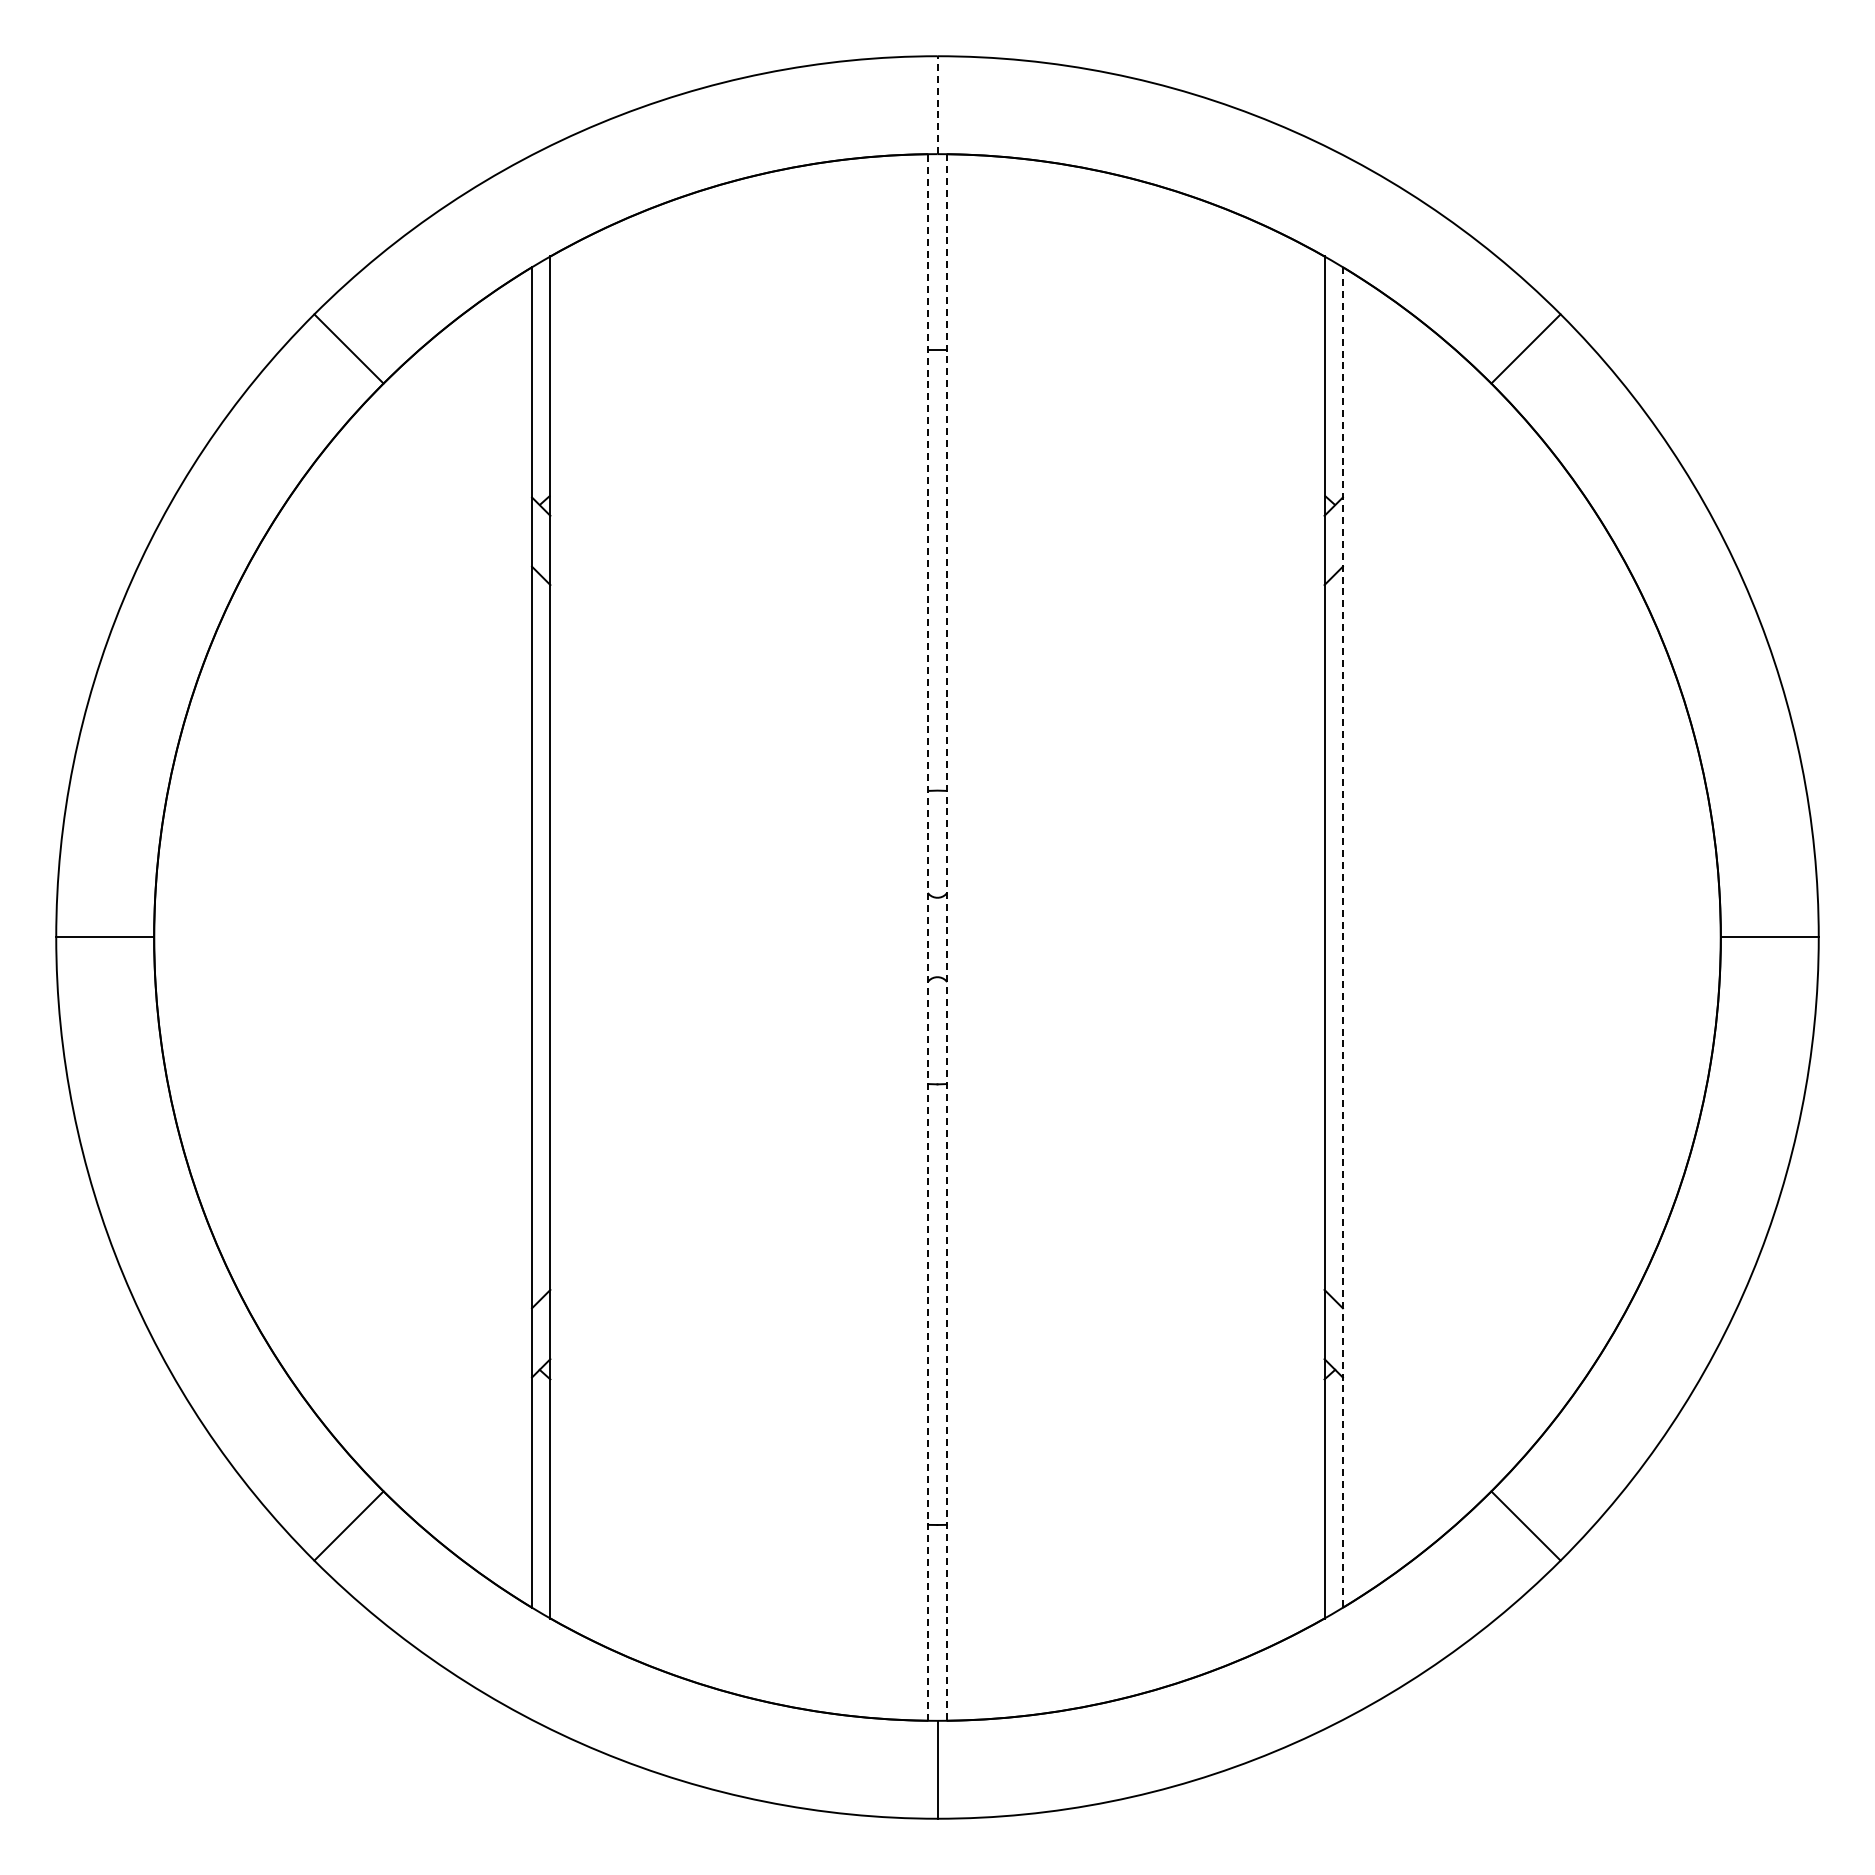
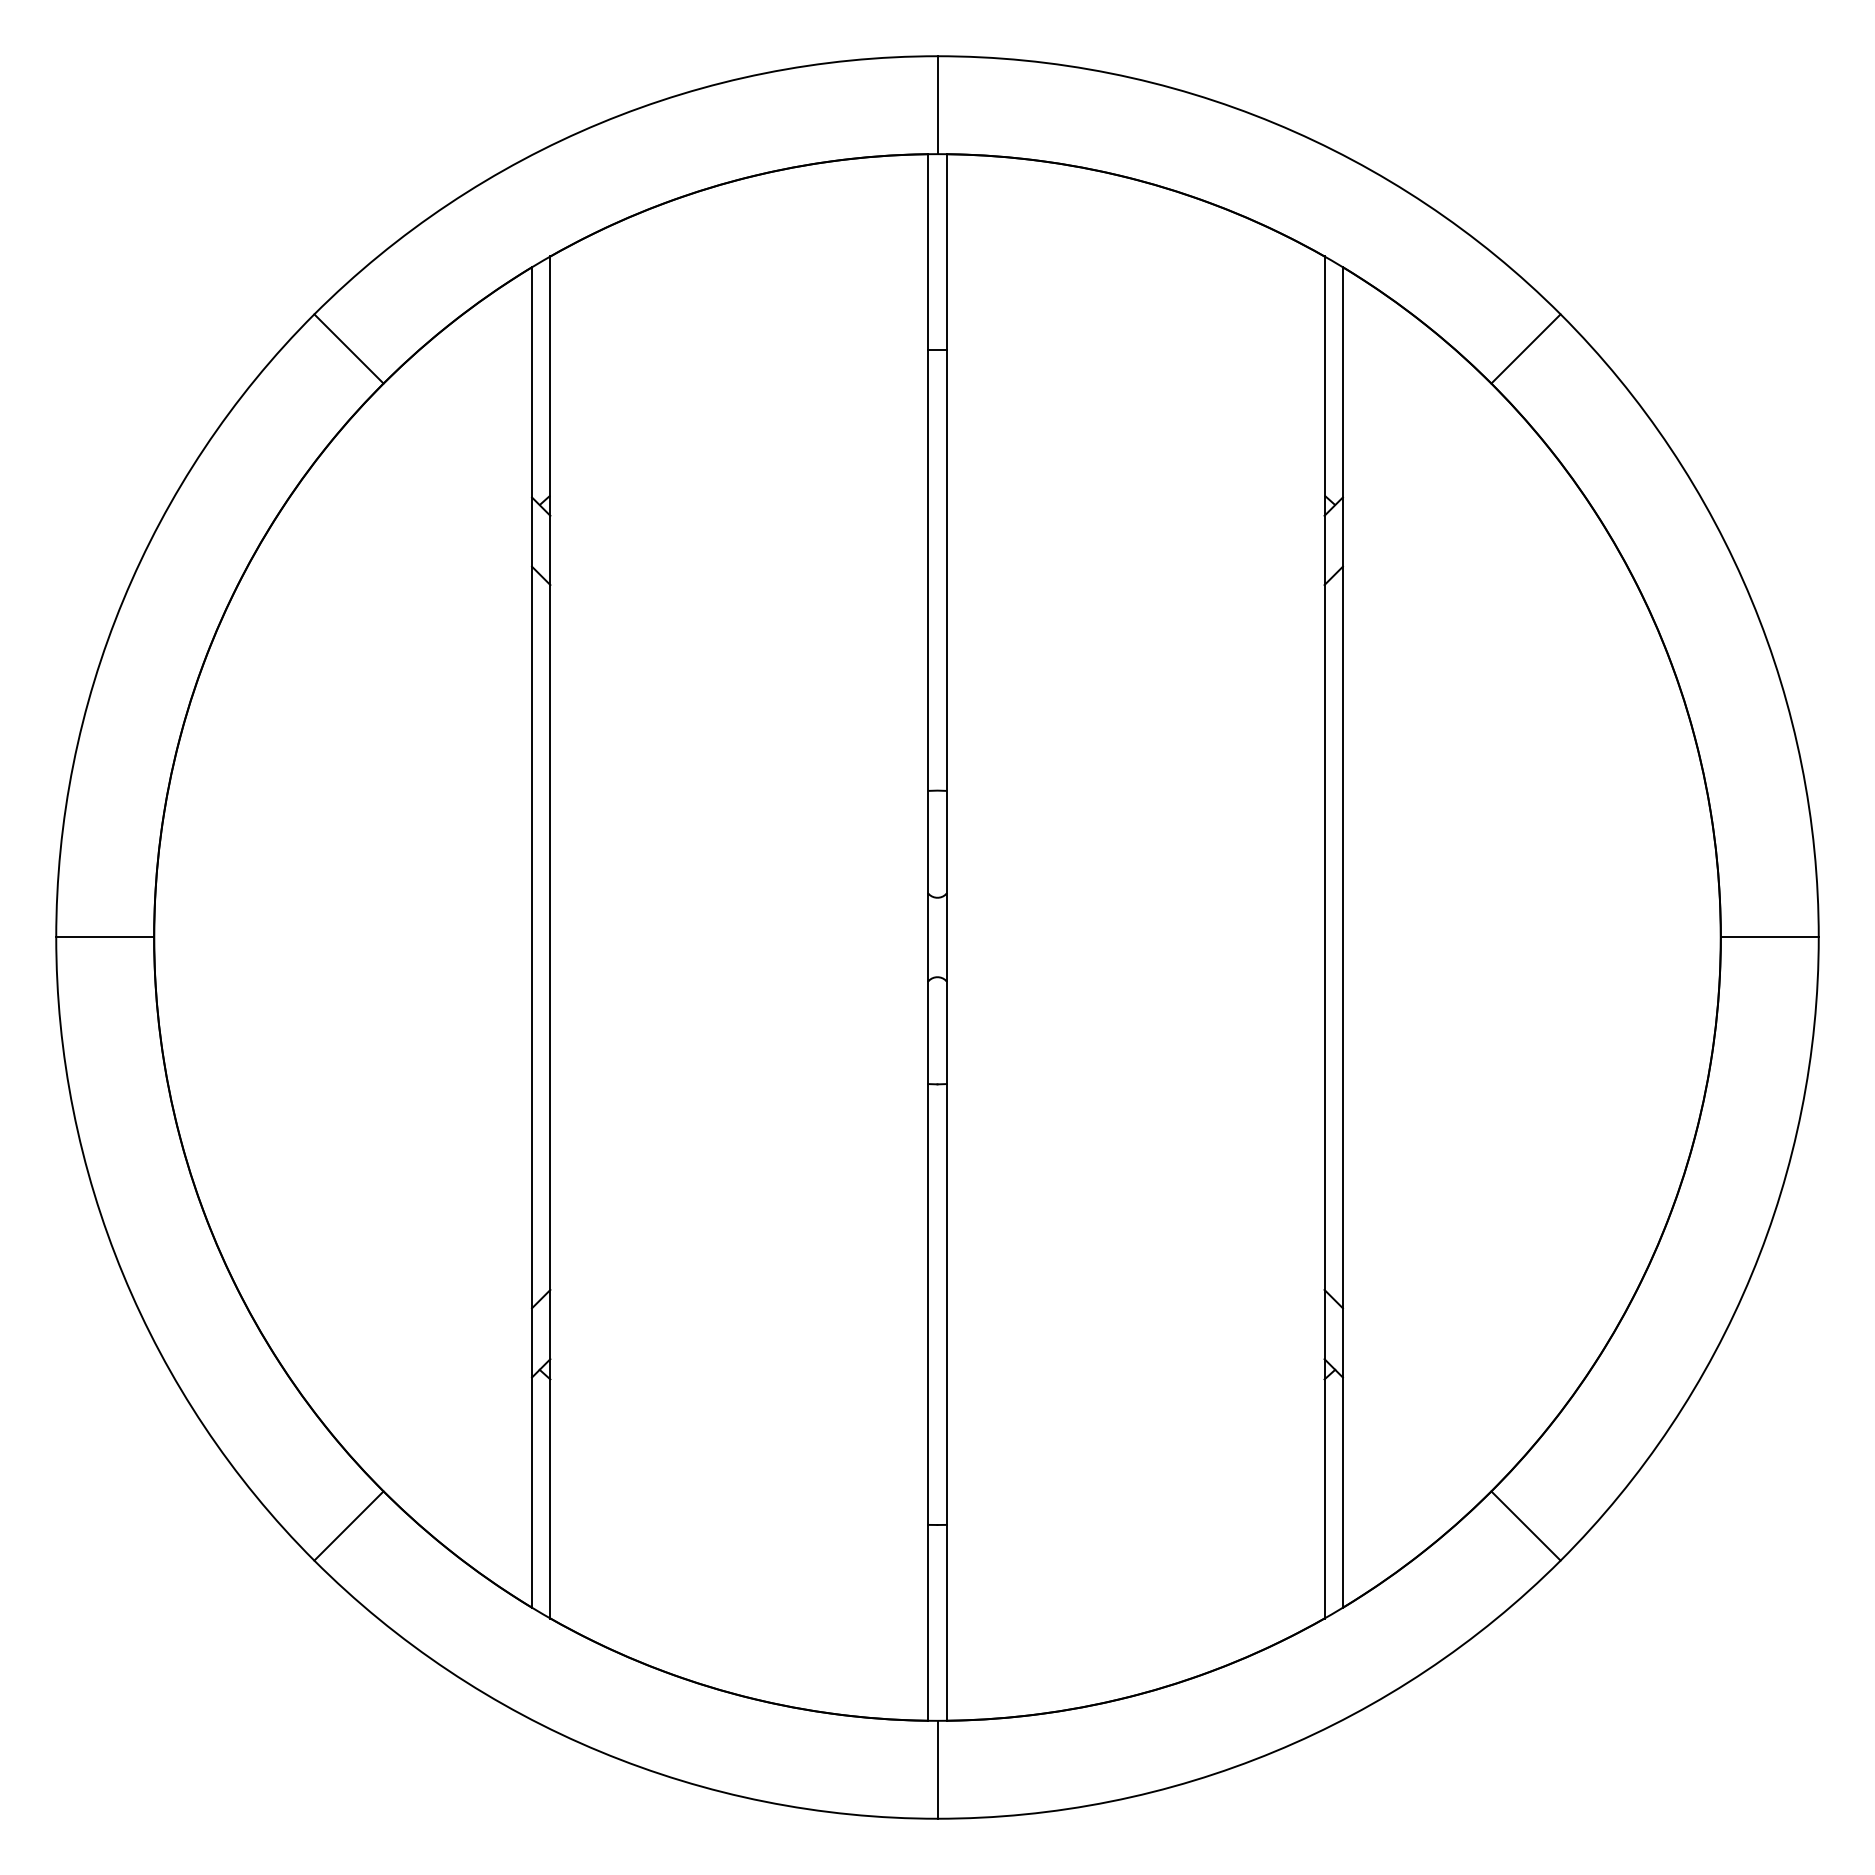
line at (937, 105): dashed -> solid
line at (928, 937): dashed -> solid
line at (946, 938): dashed -> solid
line at (1342, 938): dashed -> solid
